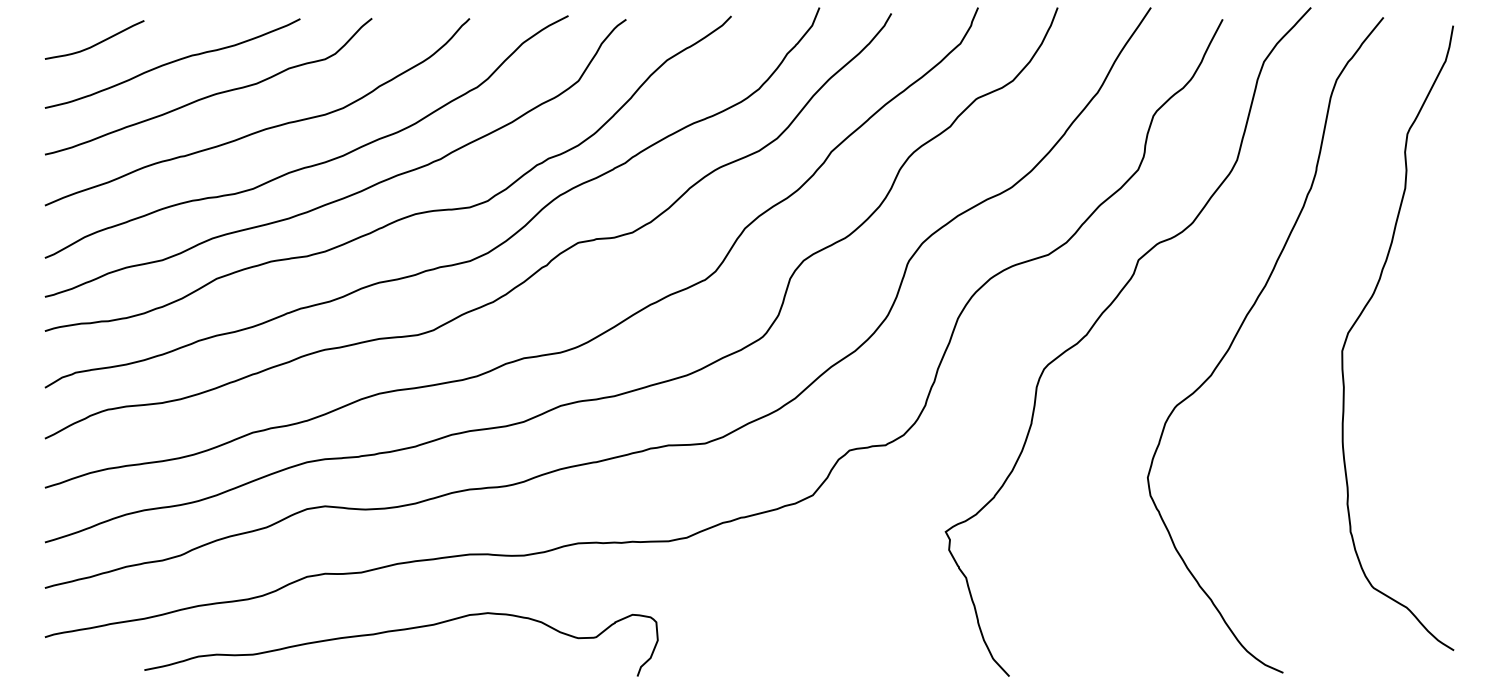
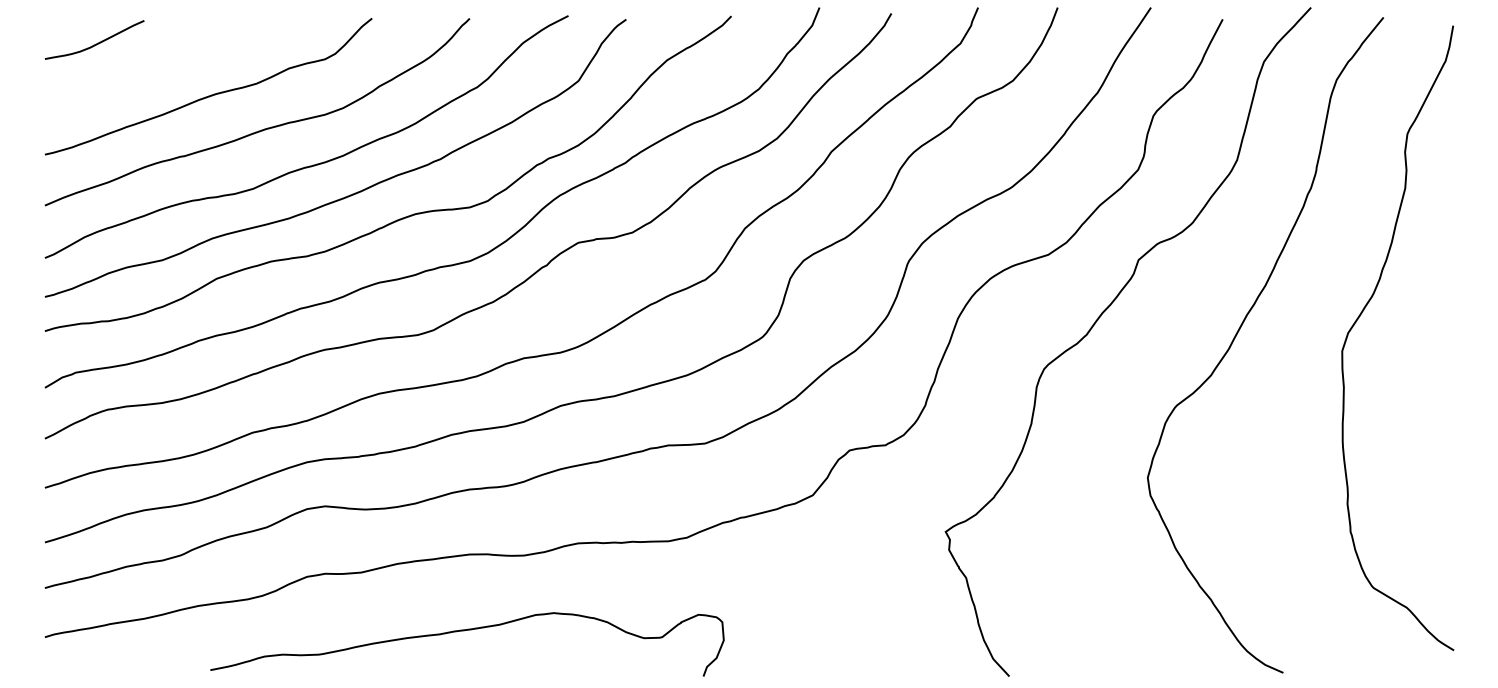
curve at (172, 62): present -> none
curve at (398, 631) position: (398, 631) -> (464, 631)
